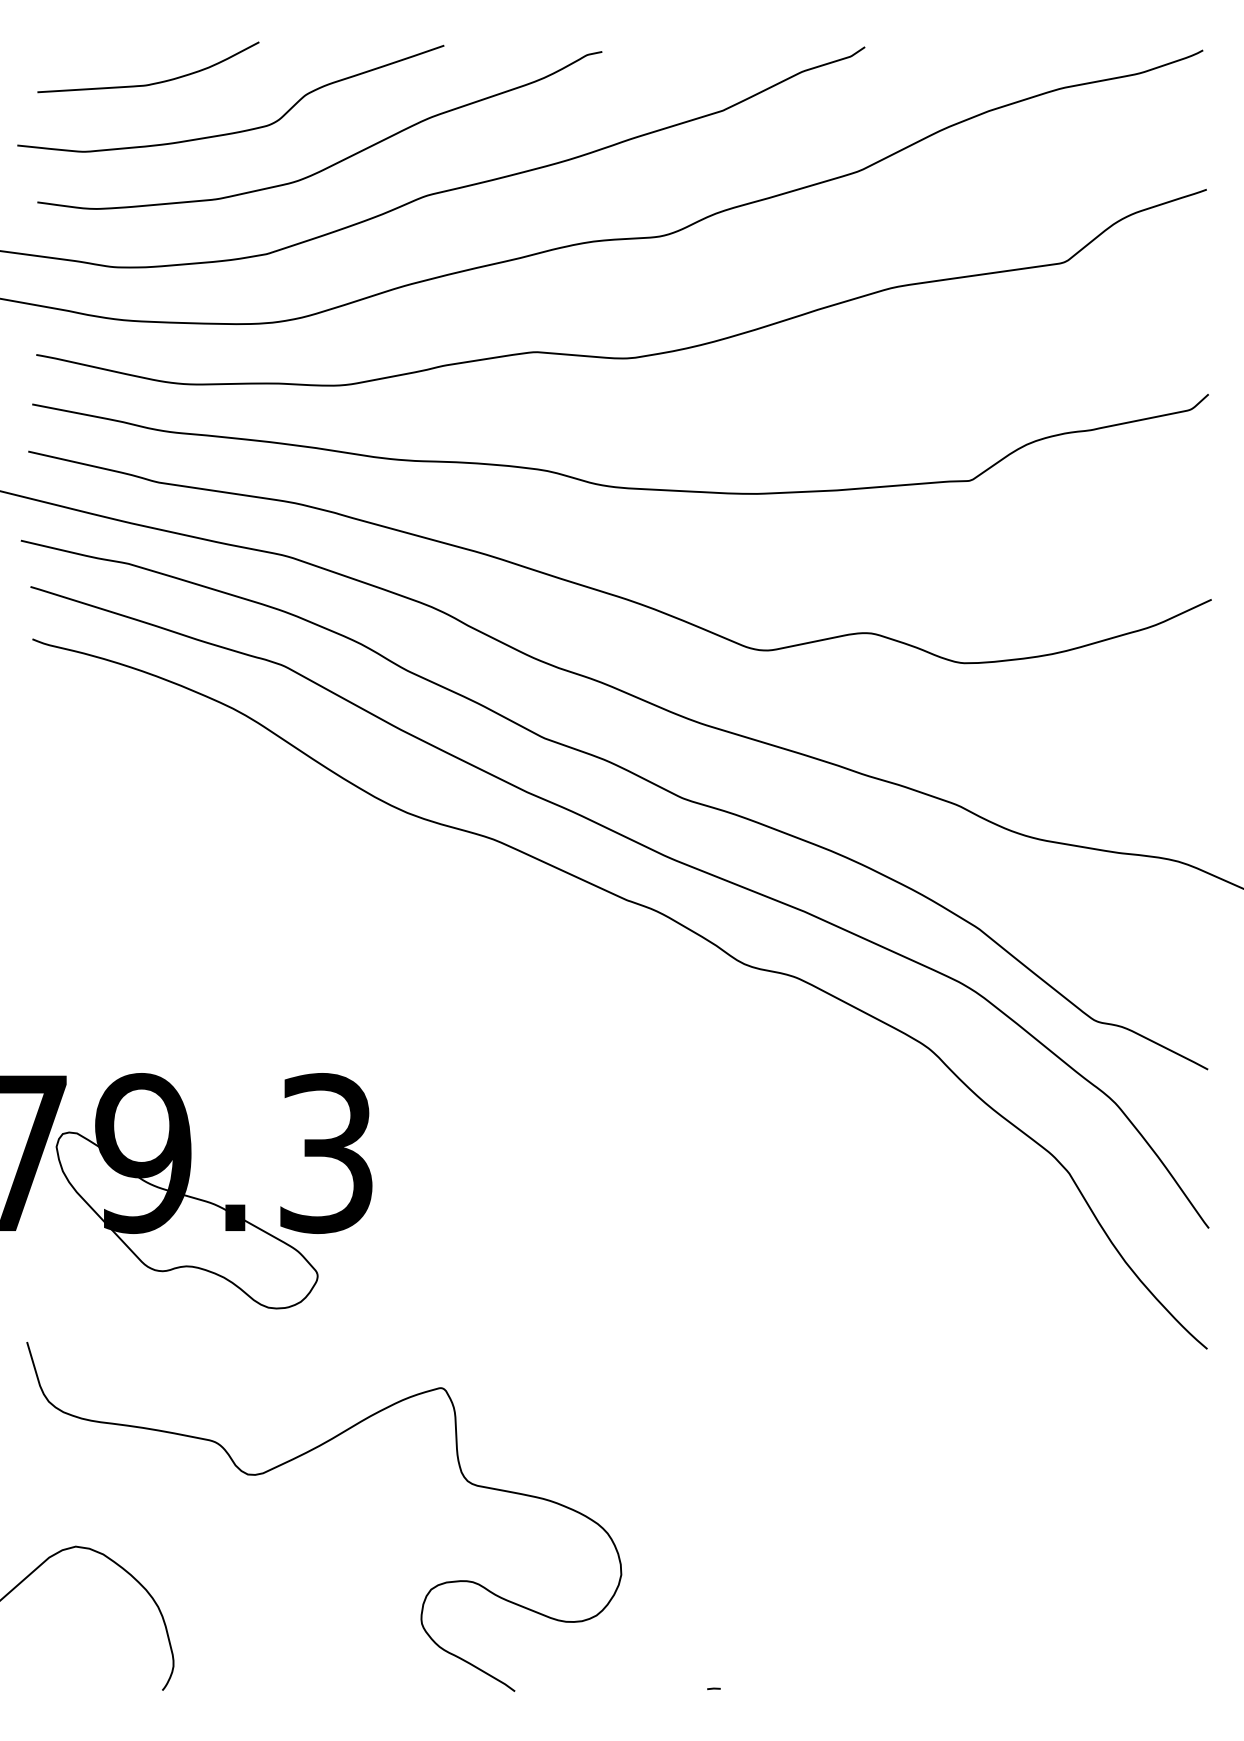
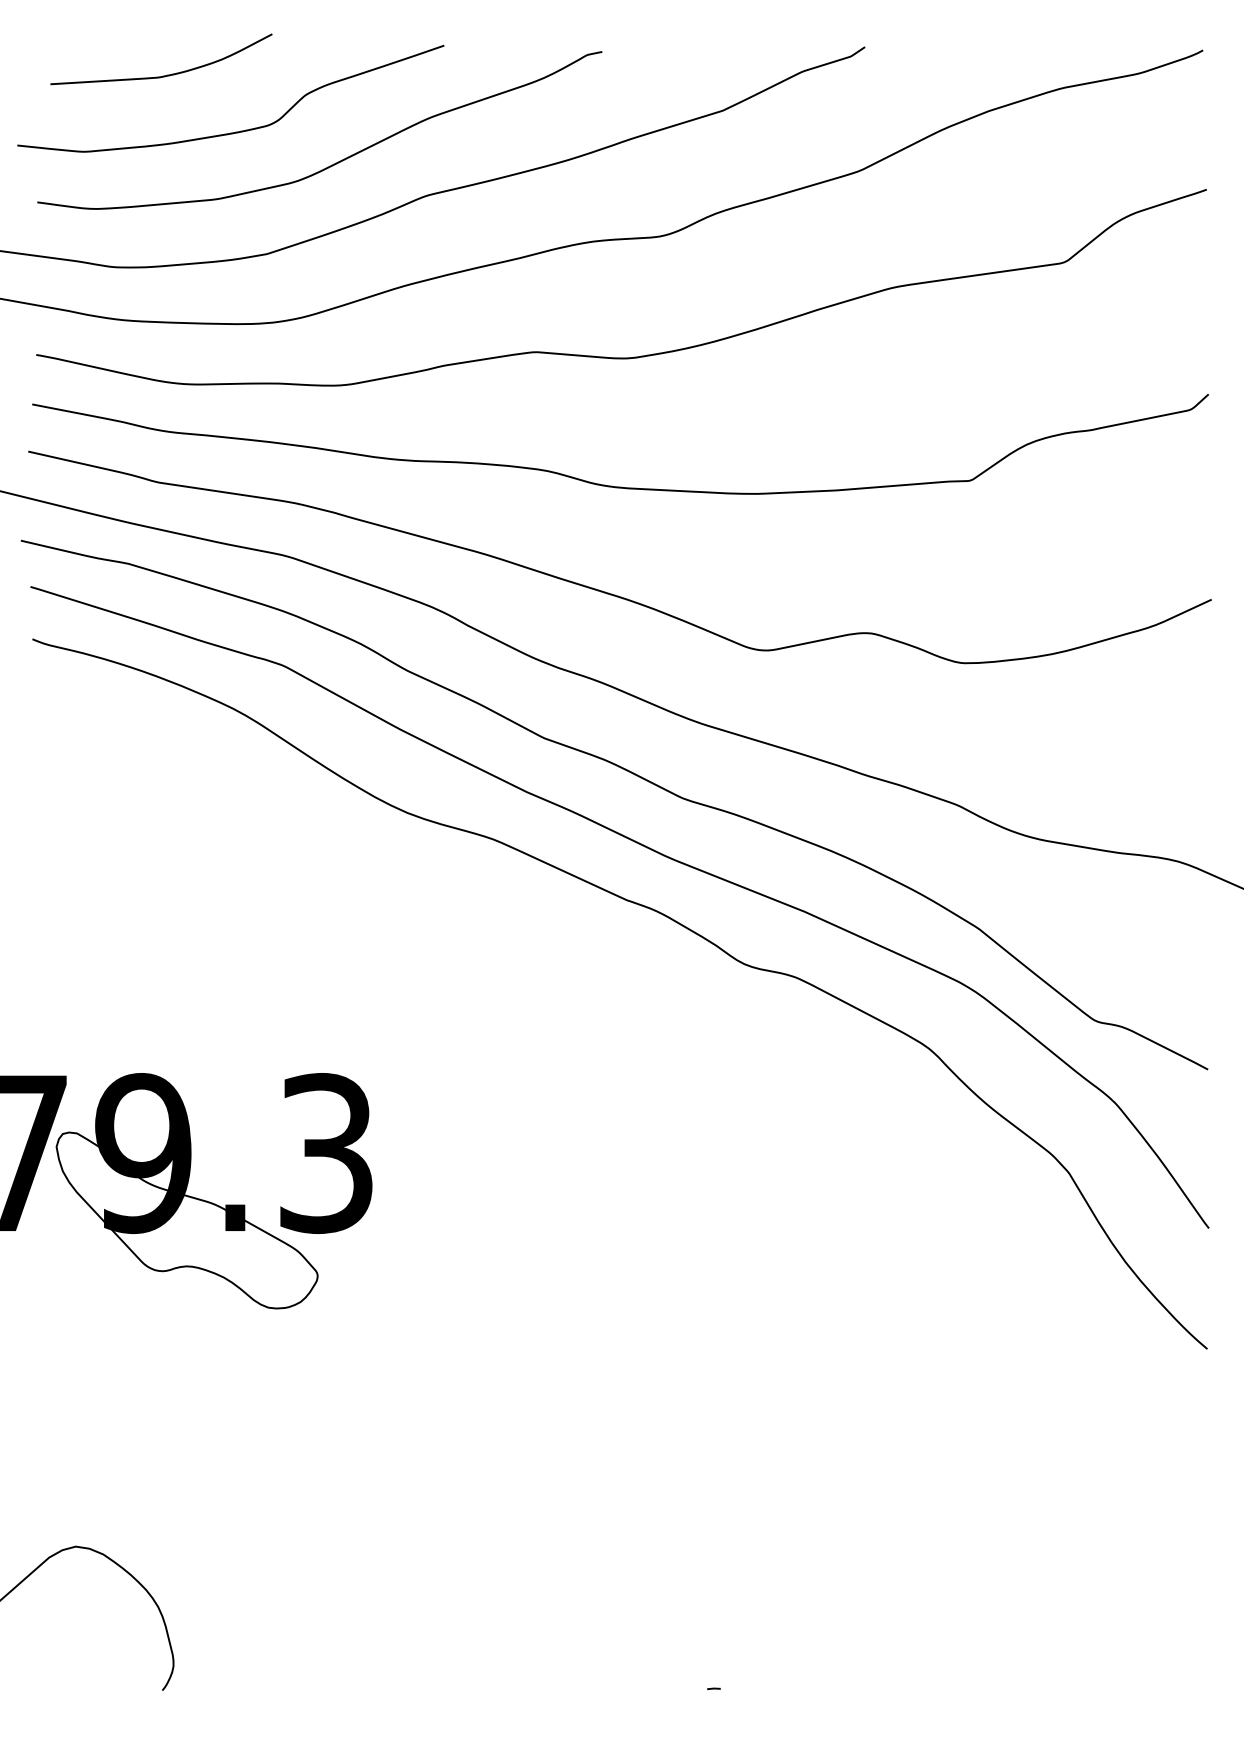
curve at (149, 83) position: (149, 83) -> (162, 75)
curve at (295, 1459): present -> none
